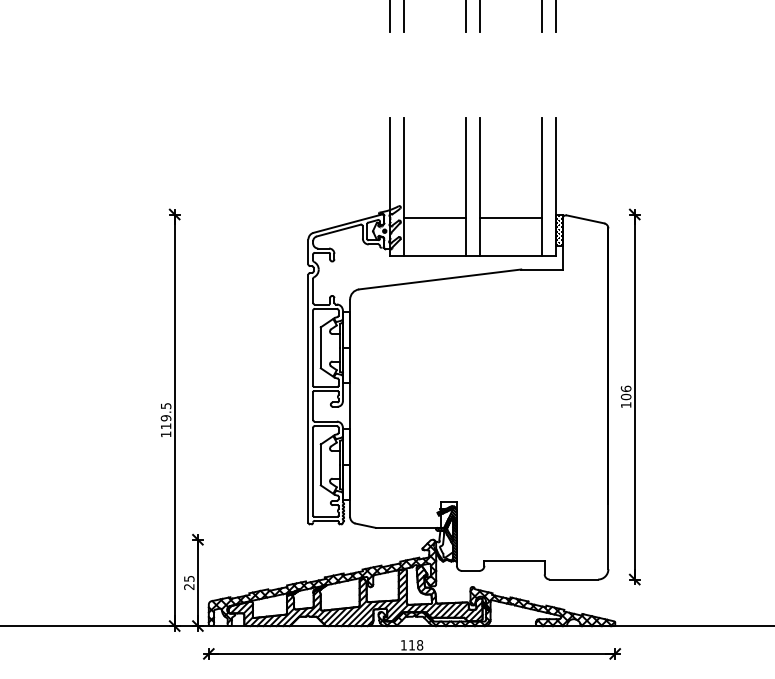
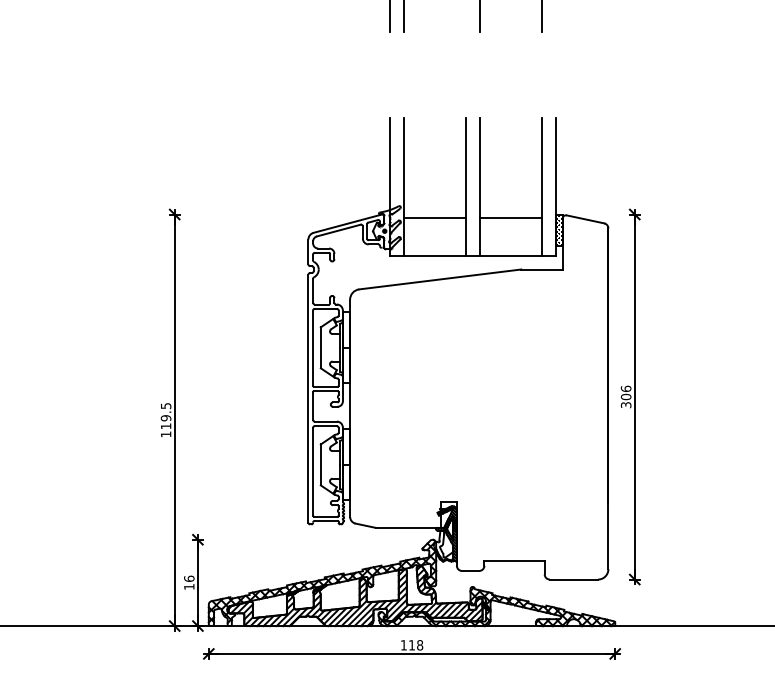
line at (466, 16): present -> none
line at (555, 16): present -> none
text at (625, 405): 106 -> 306
text at (189, 582): 25 -> 16
